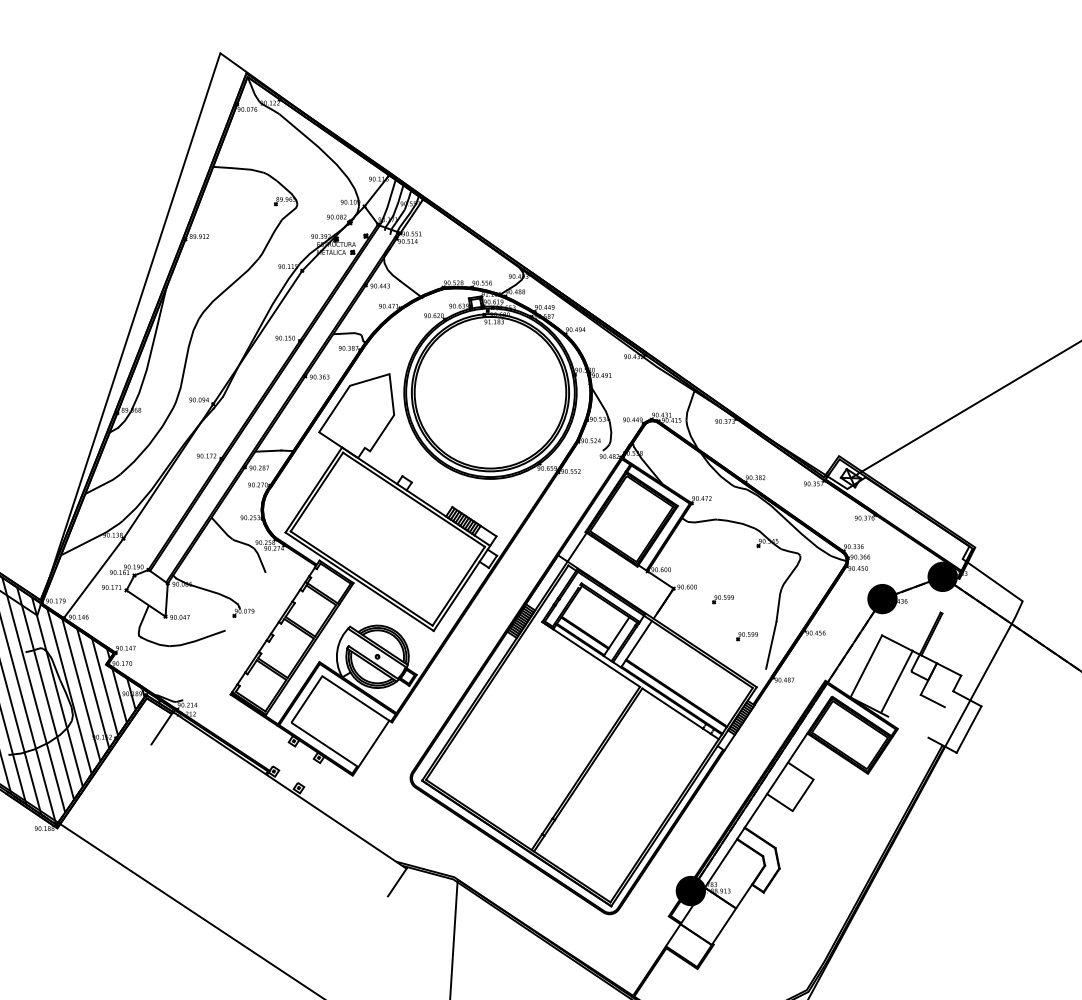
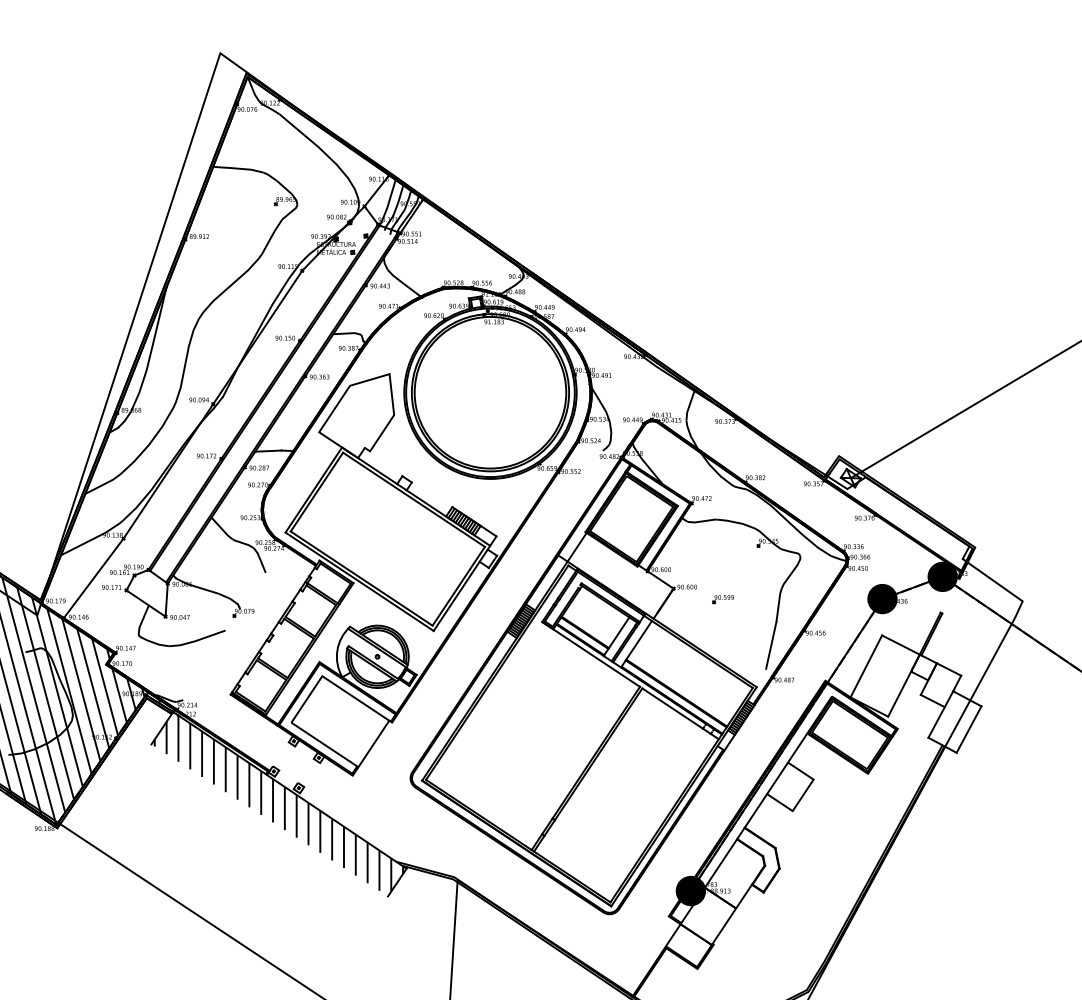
part at (746, 636): present -> none
line at (896, 681) position: (896, 681) -> (903, 685)
line at (940, 714): none -> present
hatch at (278, 803): none -> present
